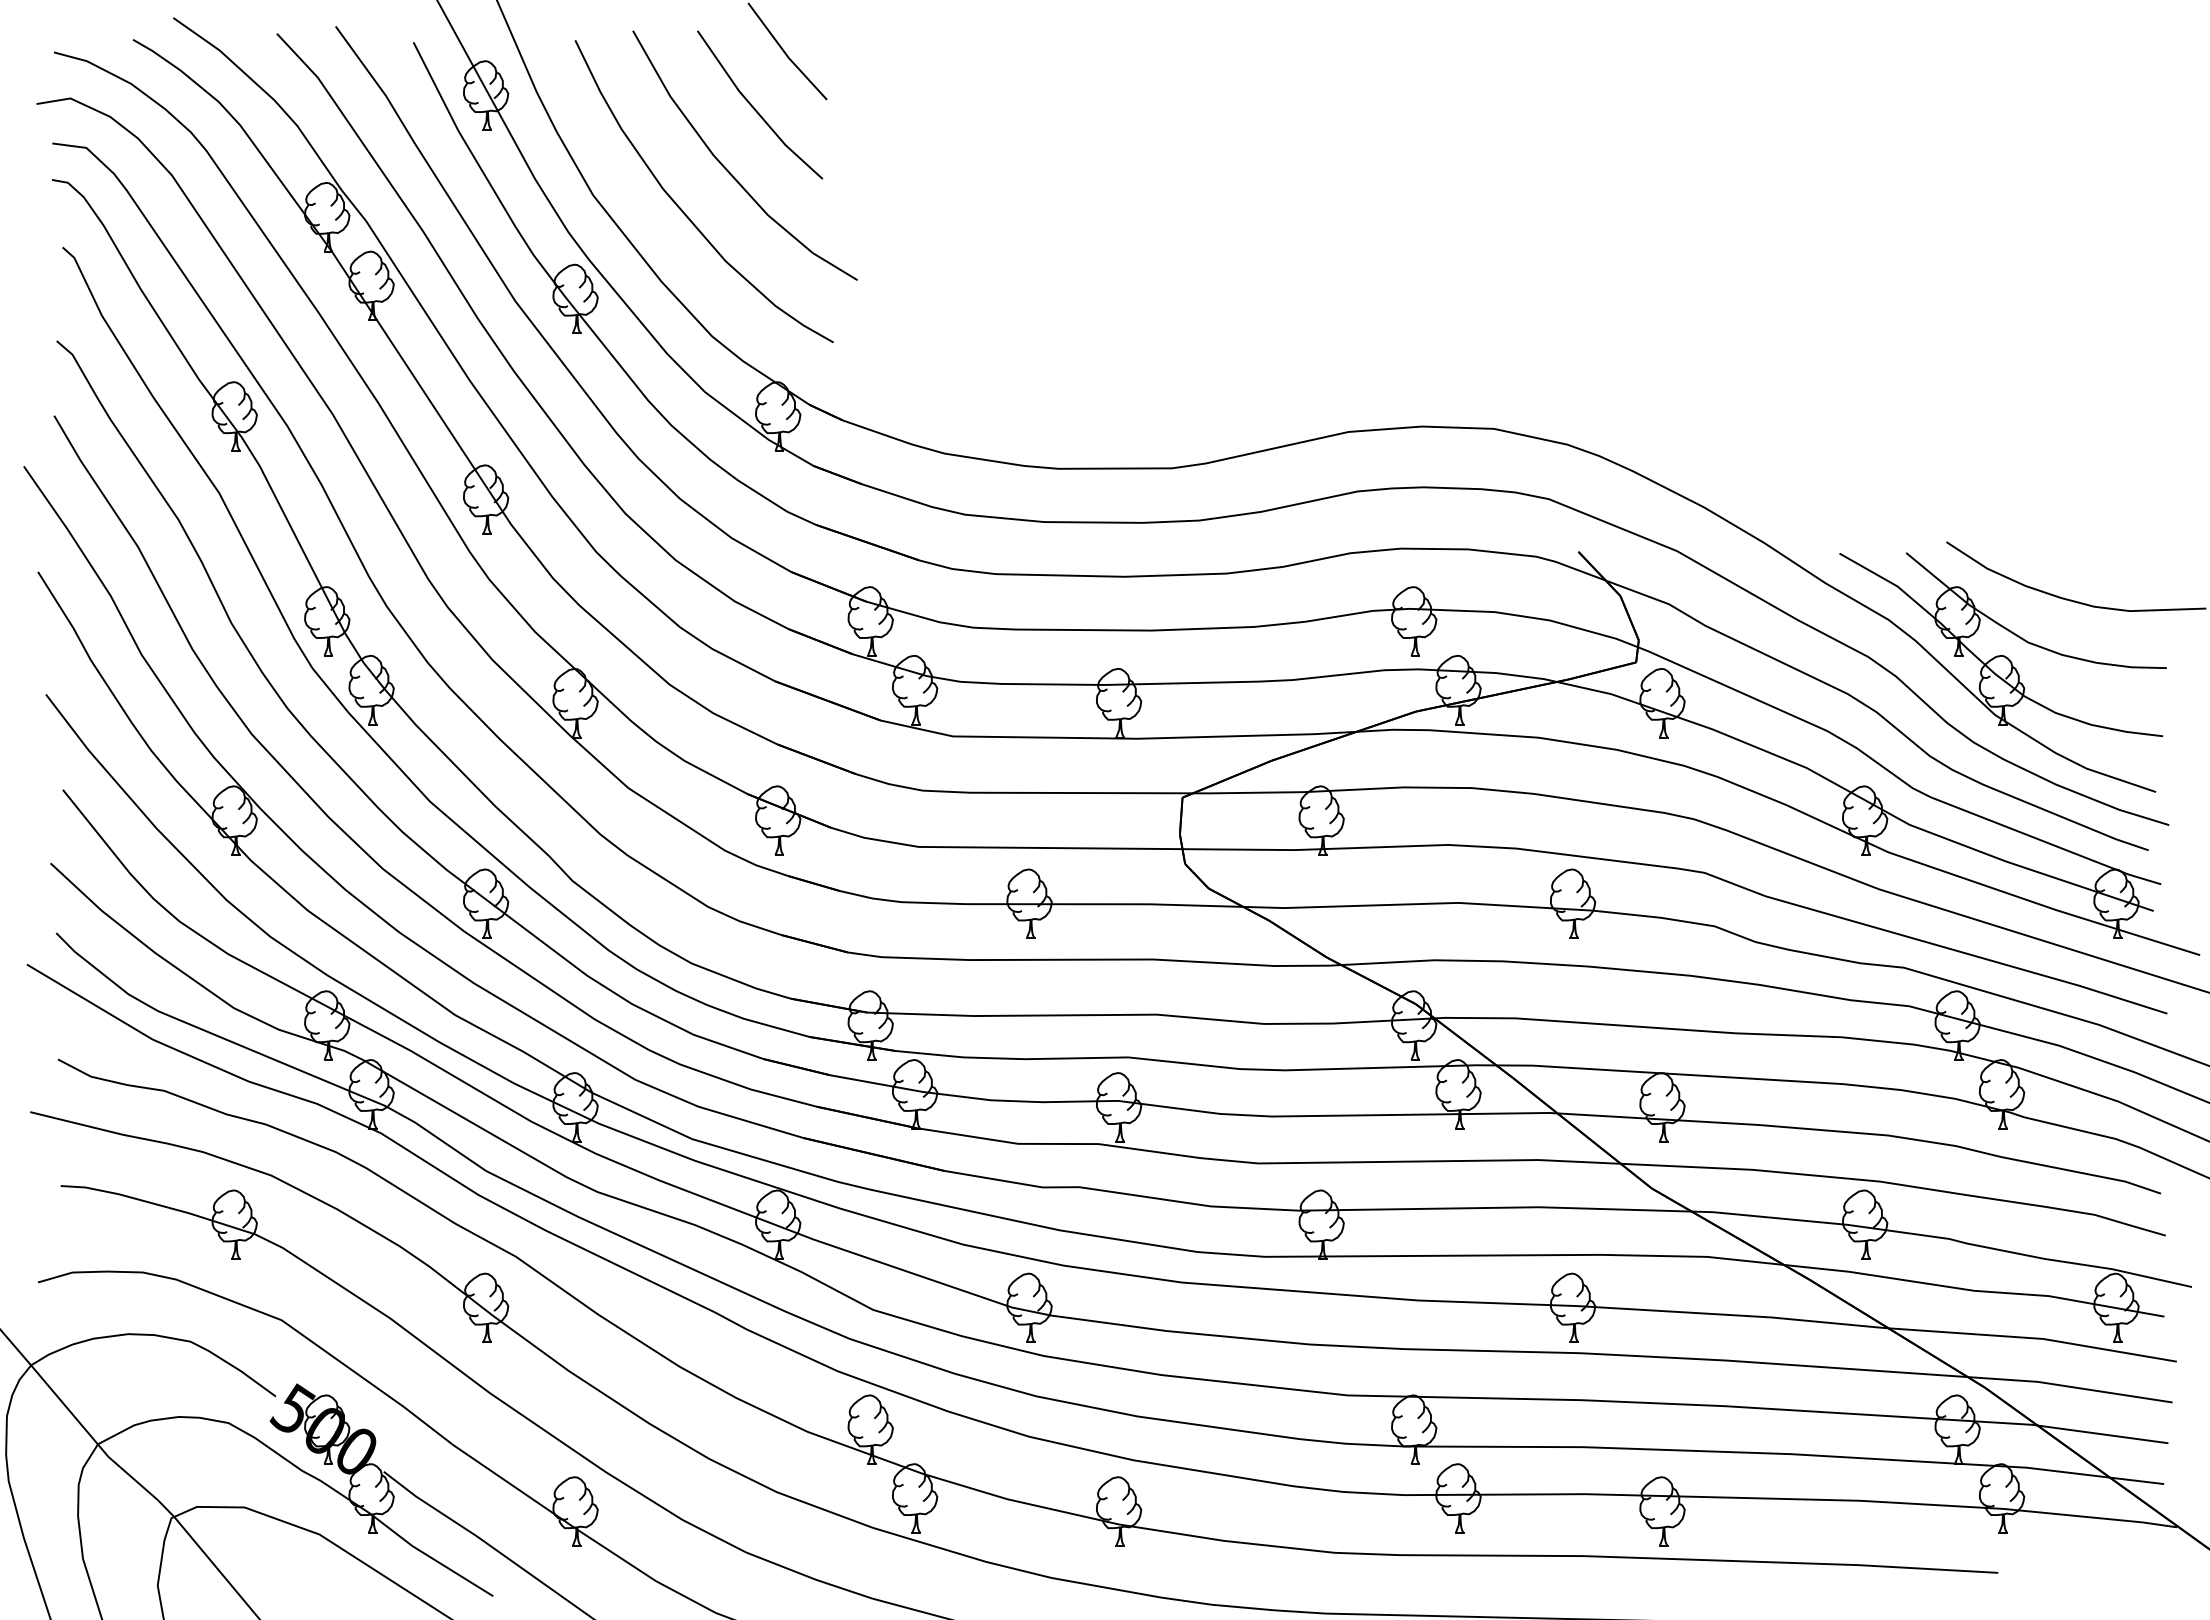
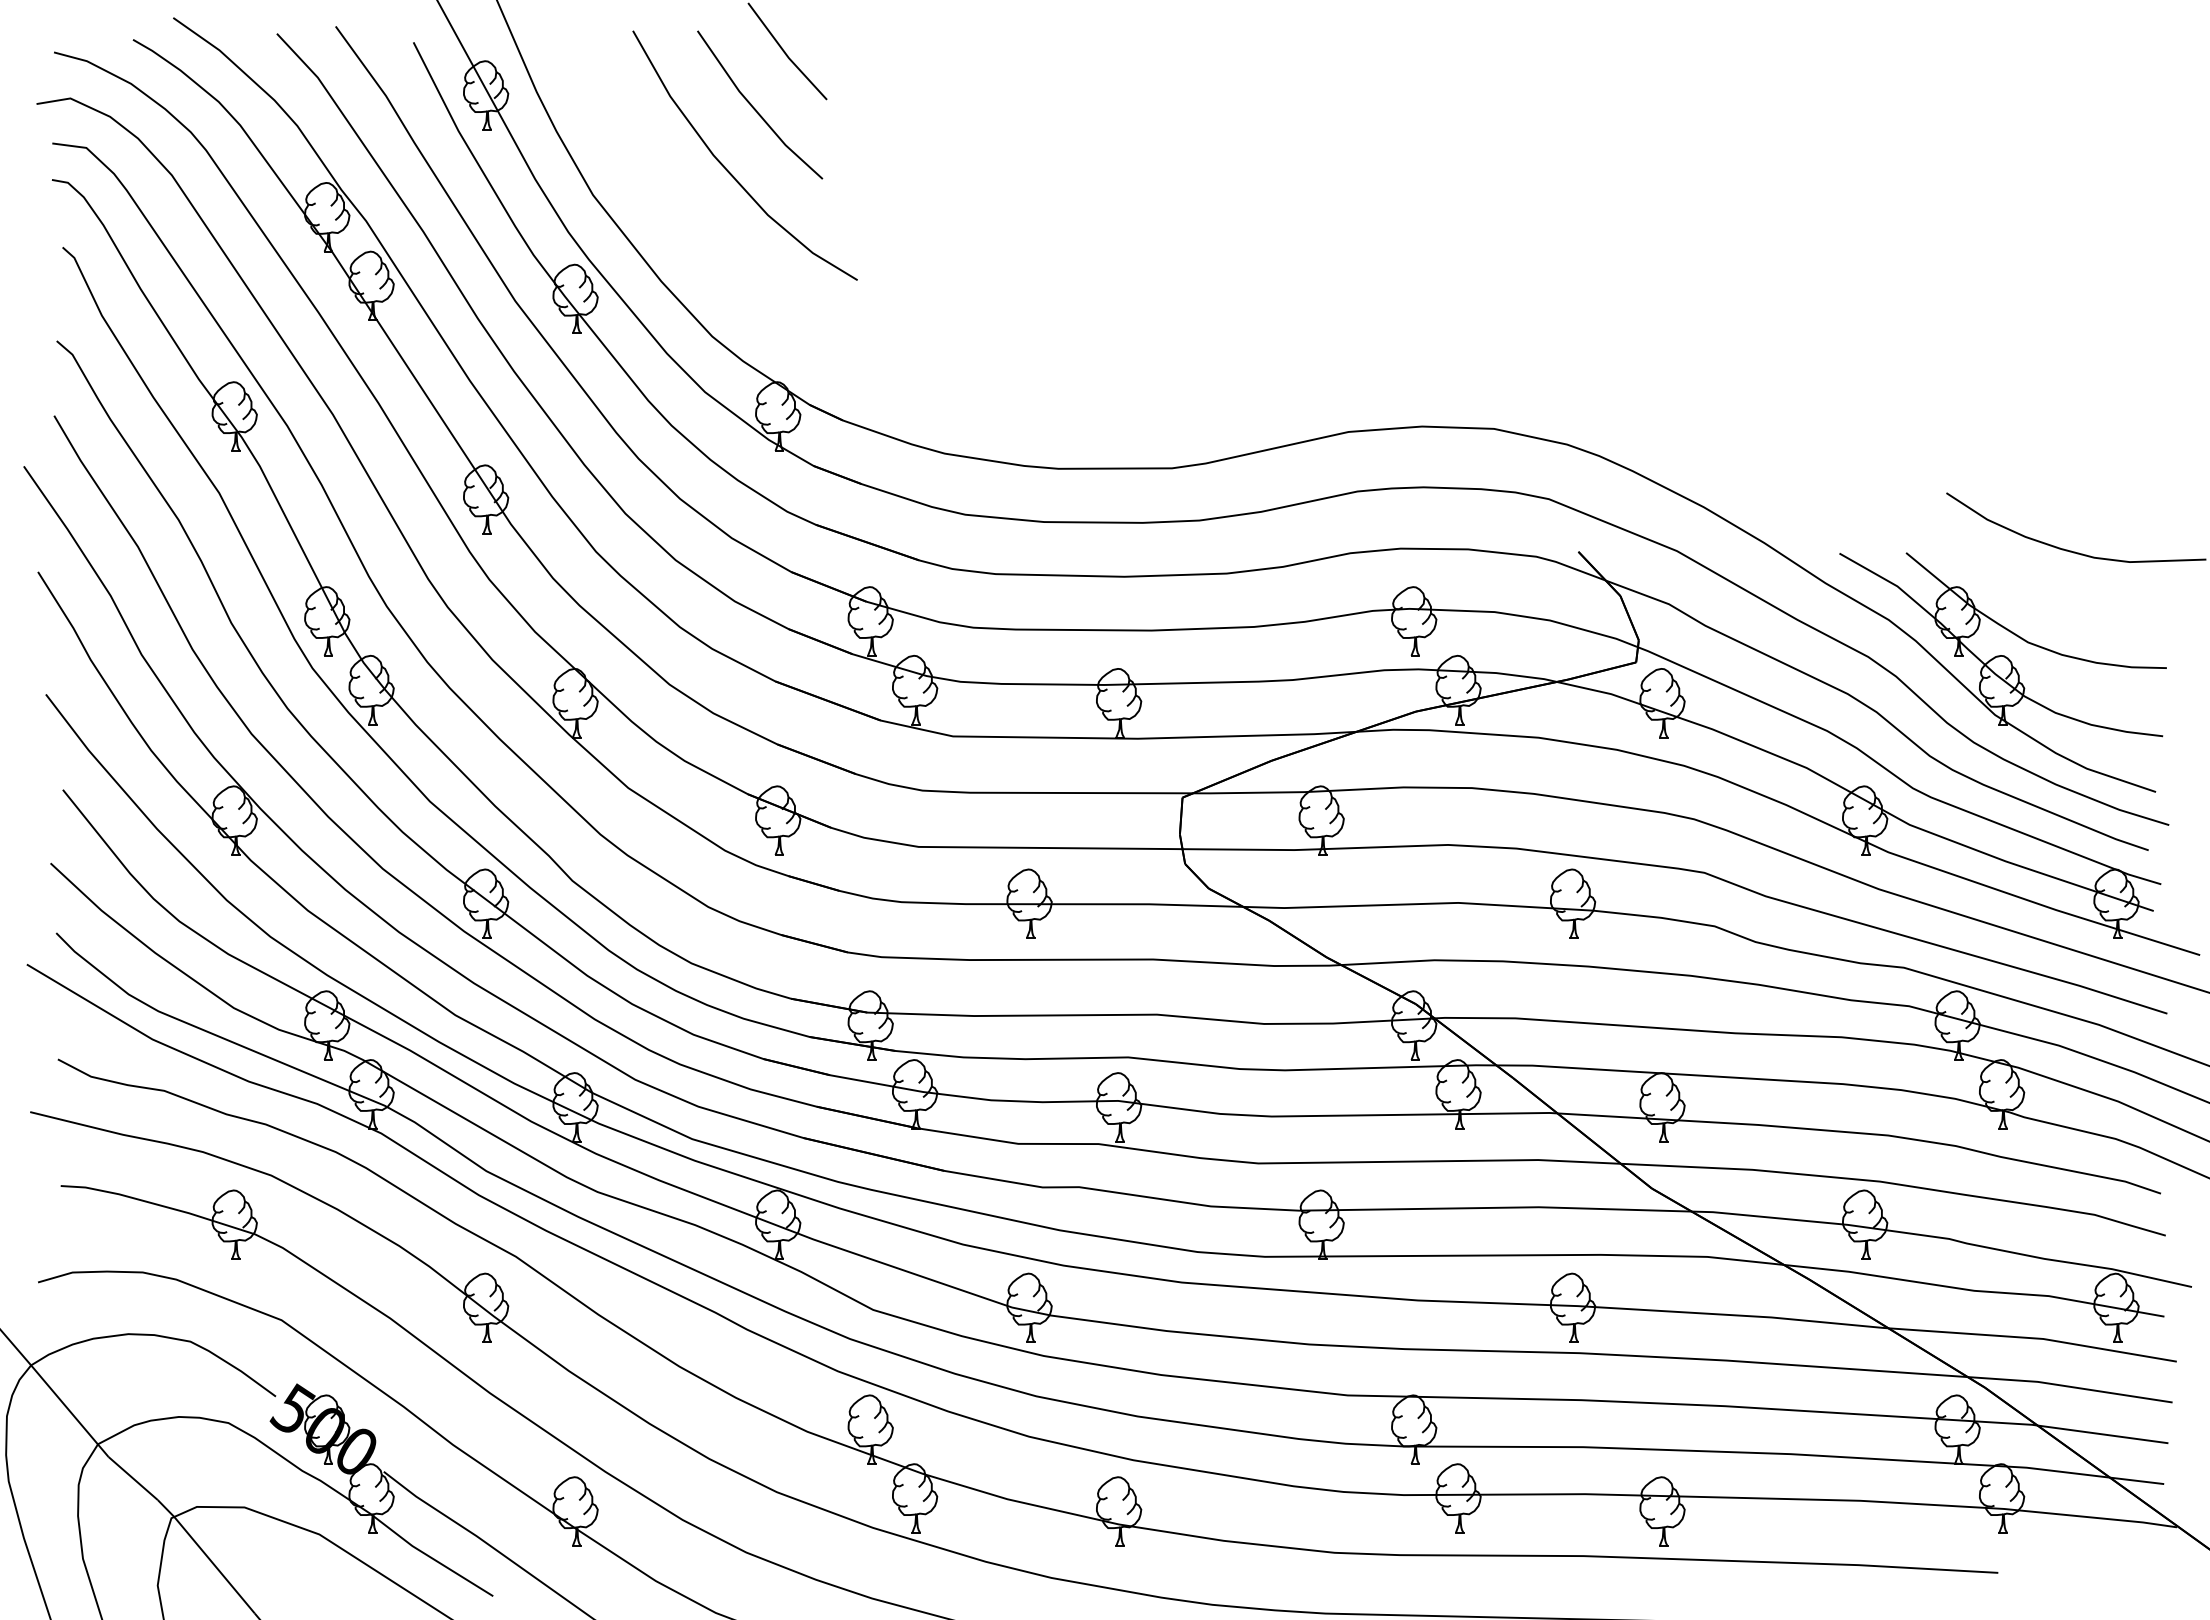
curve at (682, 209): present -> none
curve at (2071, 599) position: (2071, 599) -> (2071, 550)
